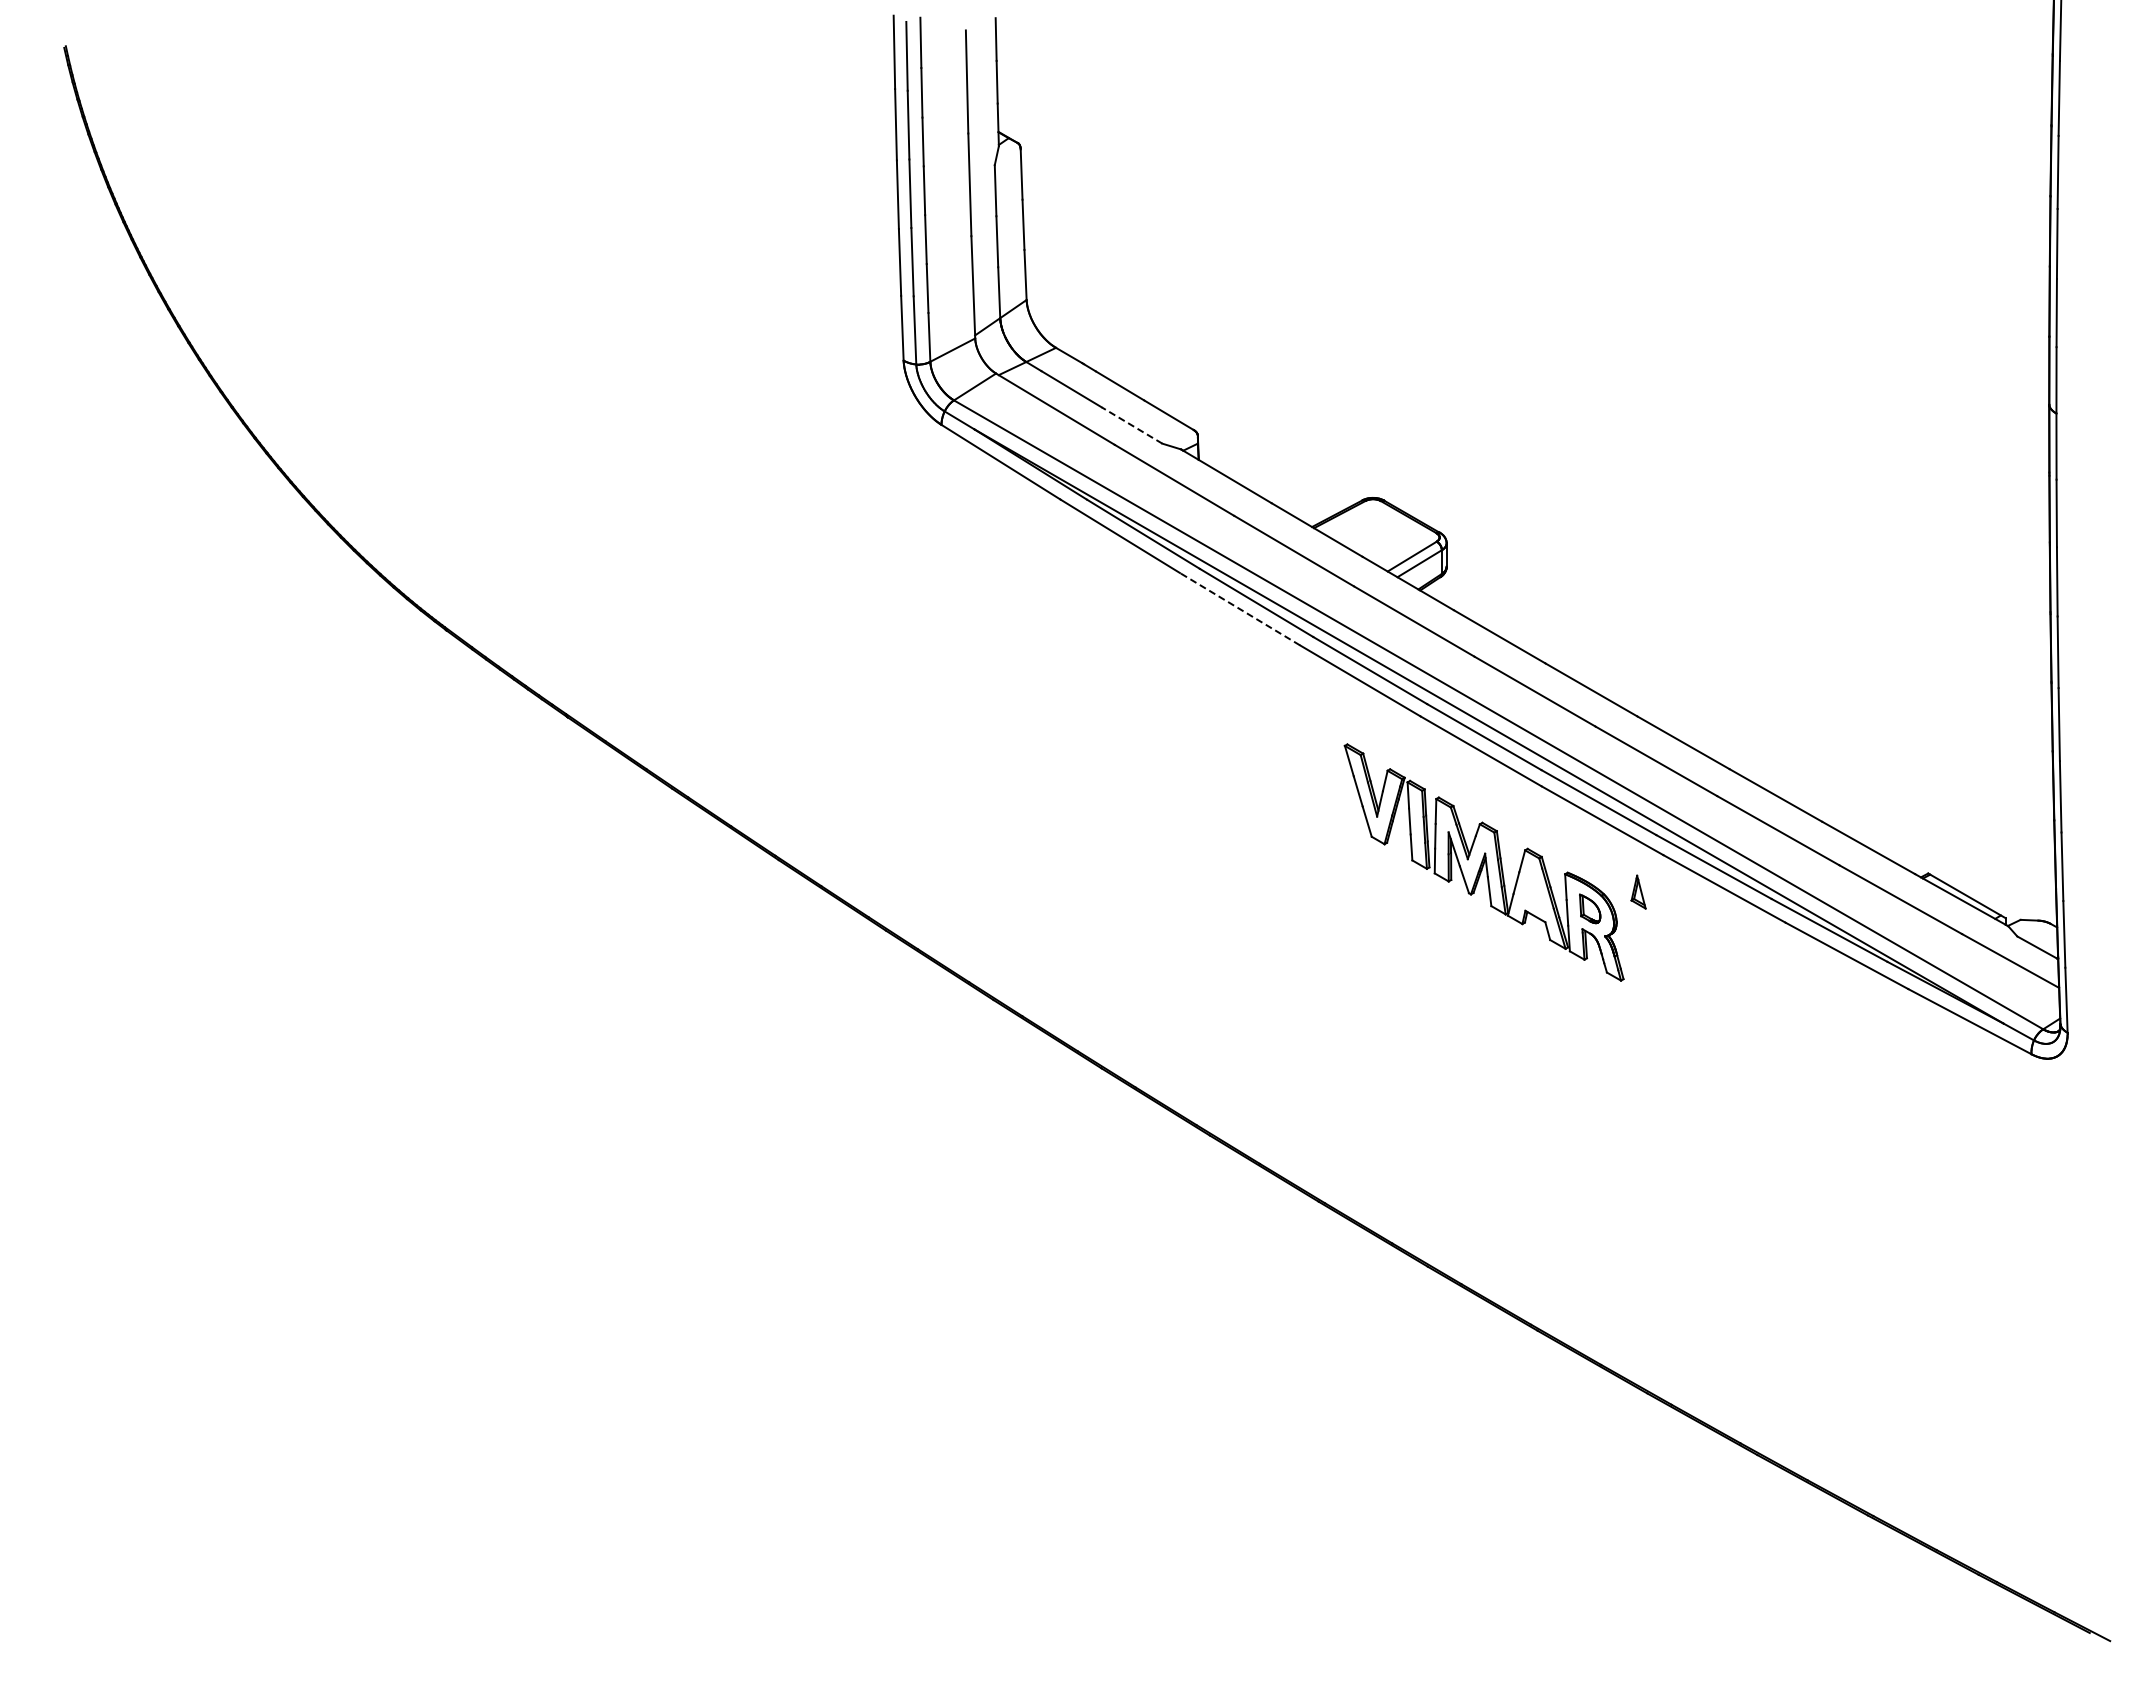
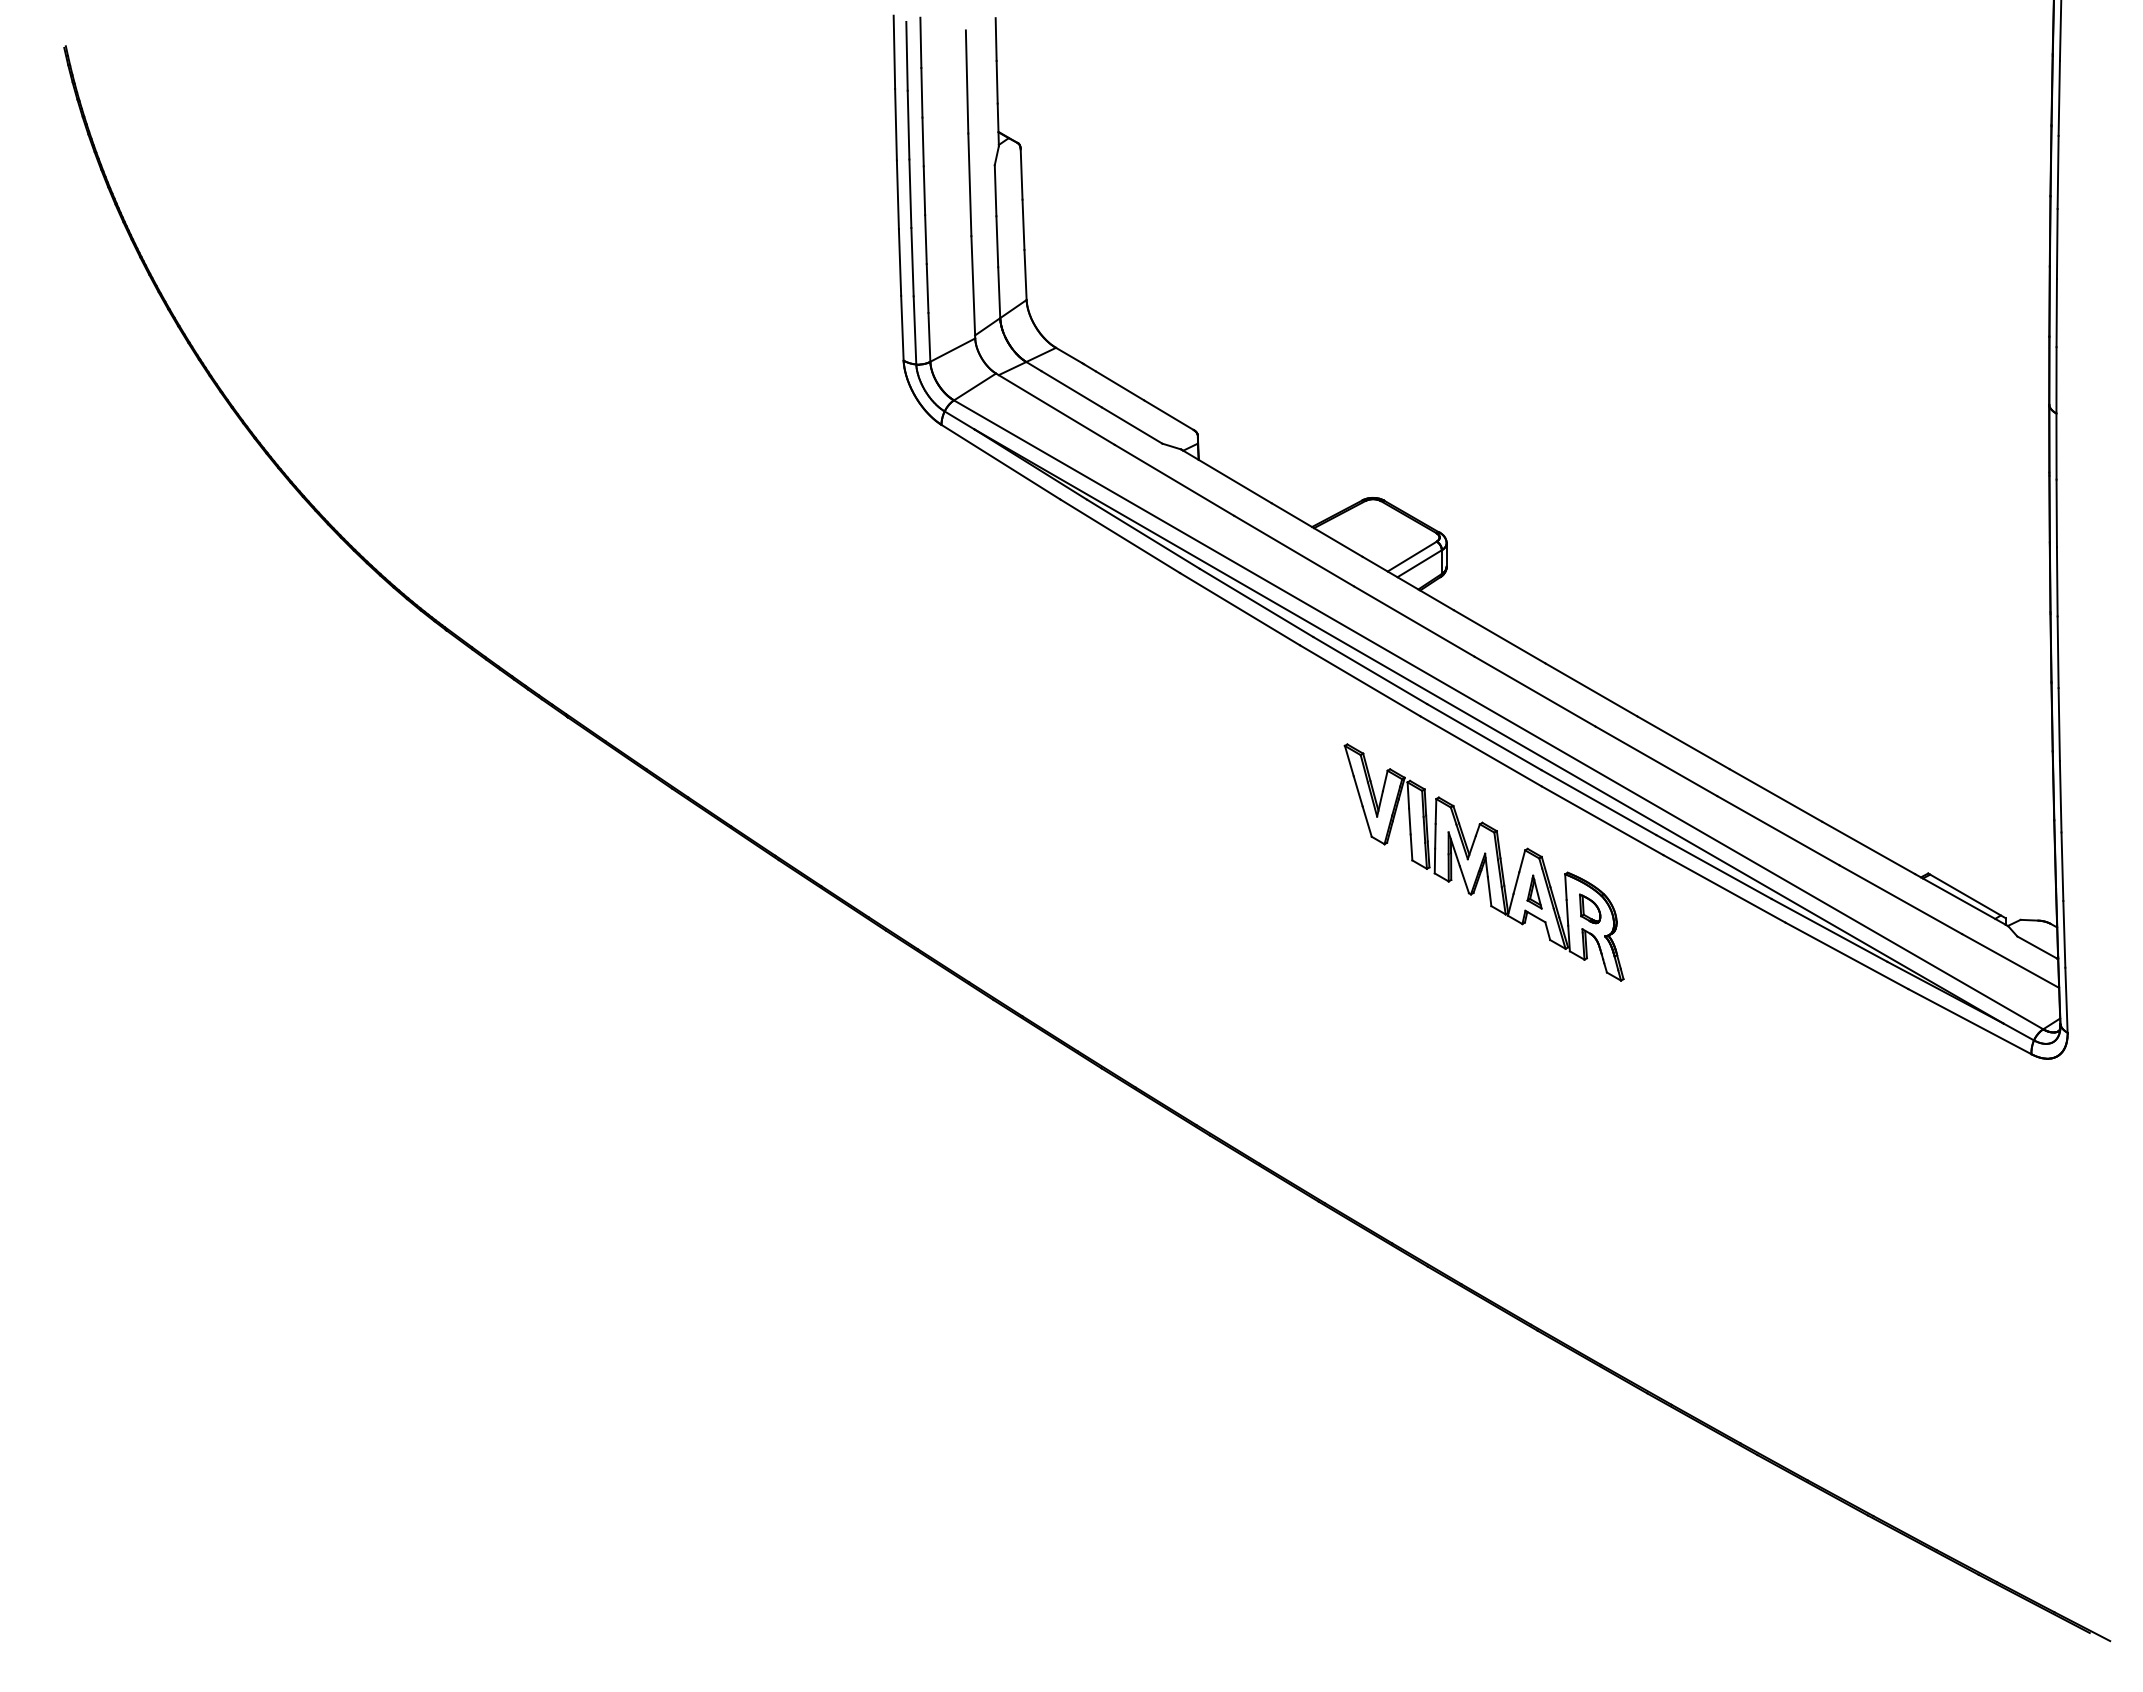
line at (1131, 425): dashed -> solid
line at (1239, 608): dashed -> solid
part at (1638, 891) position: (1638, 891) -> (1534, 891)
